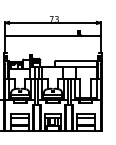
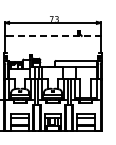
line at (52, 35): solid -> dashed
